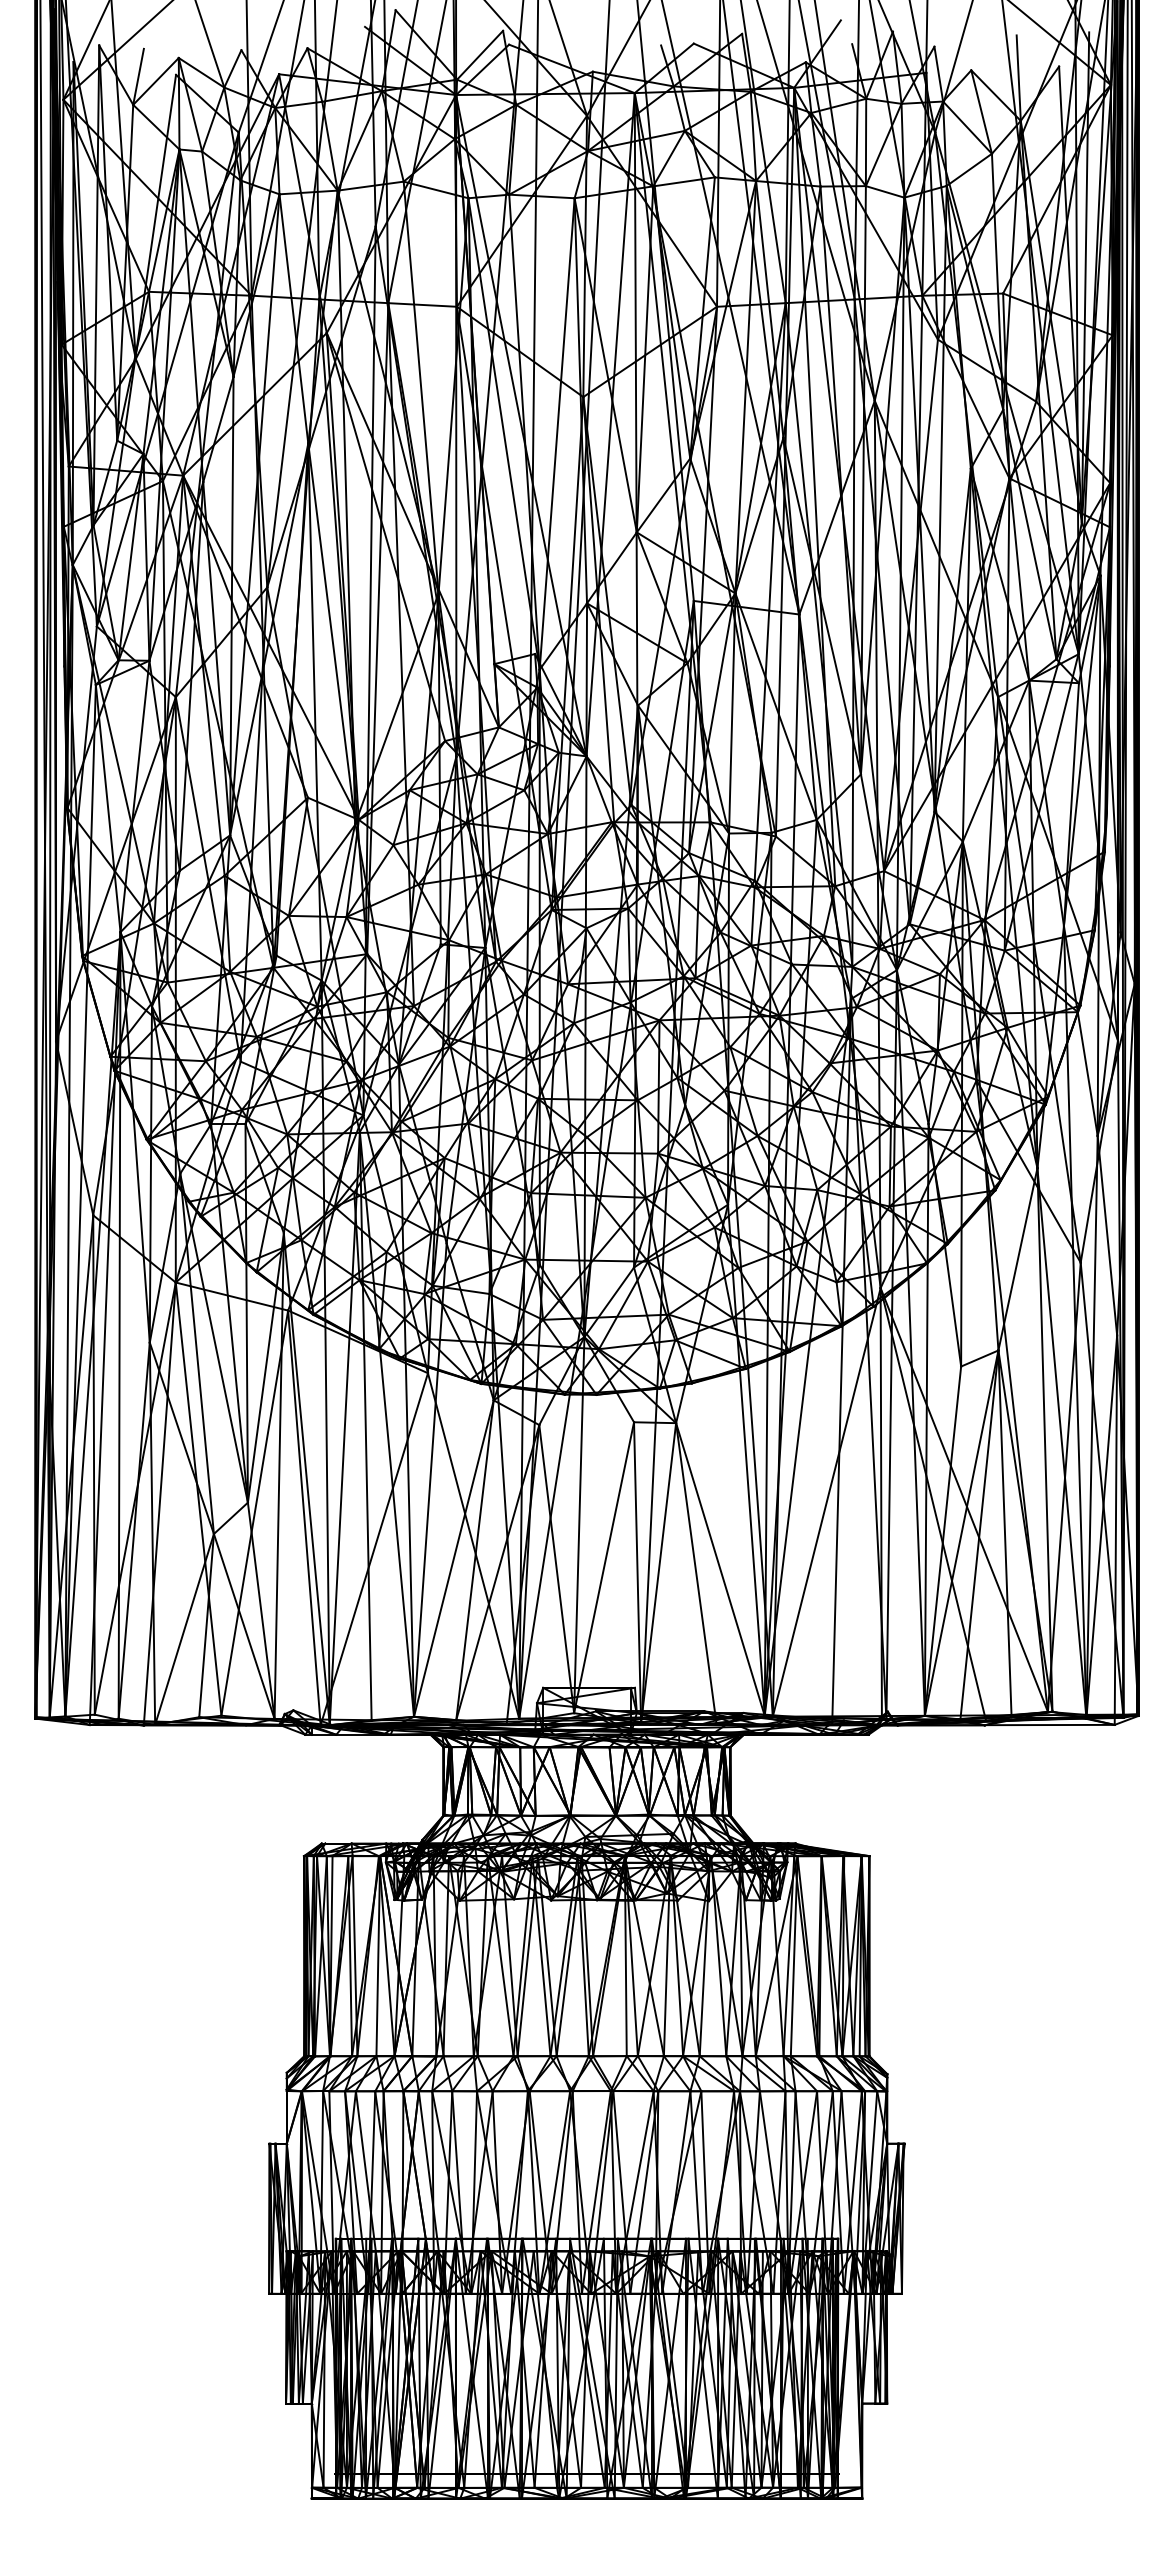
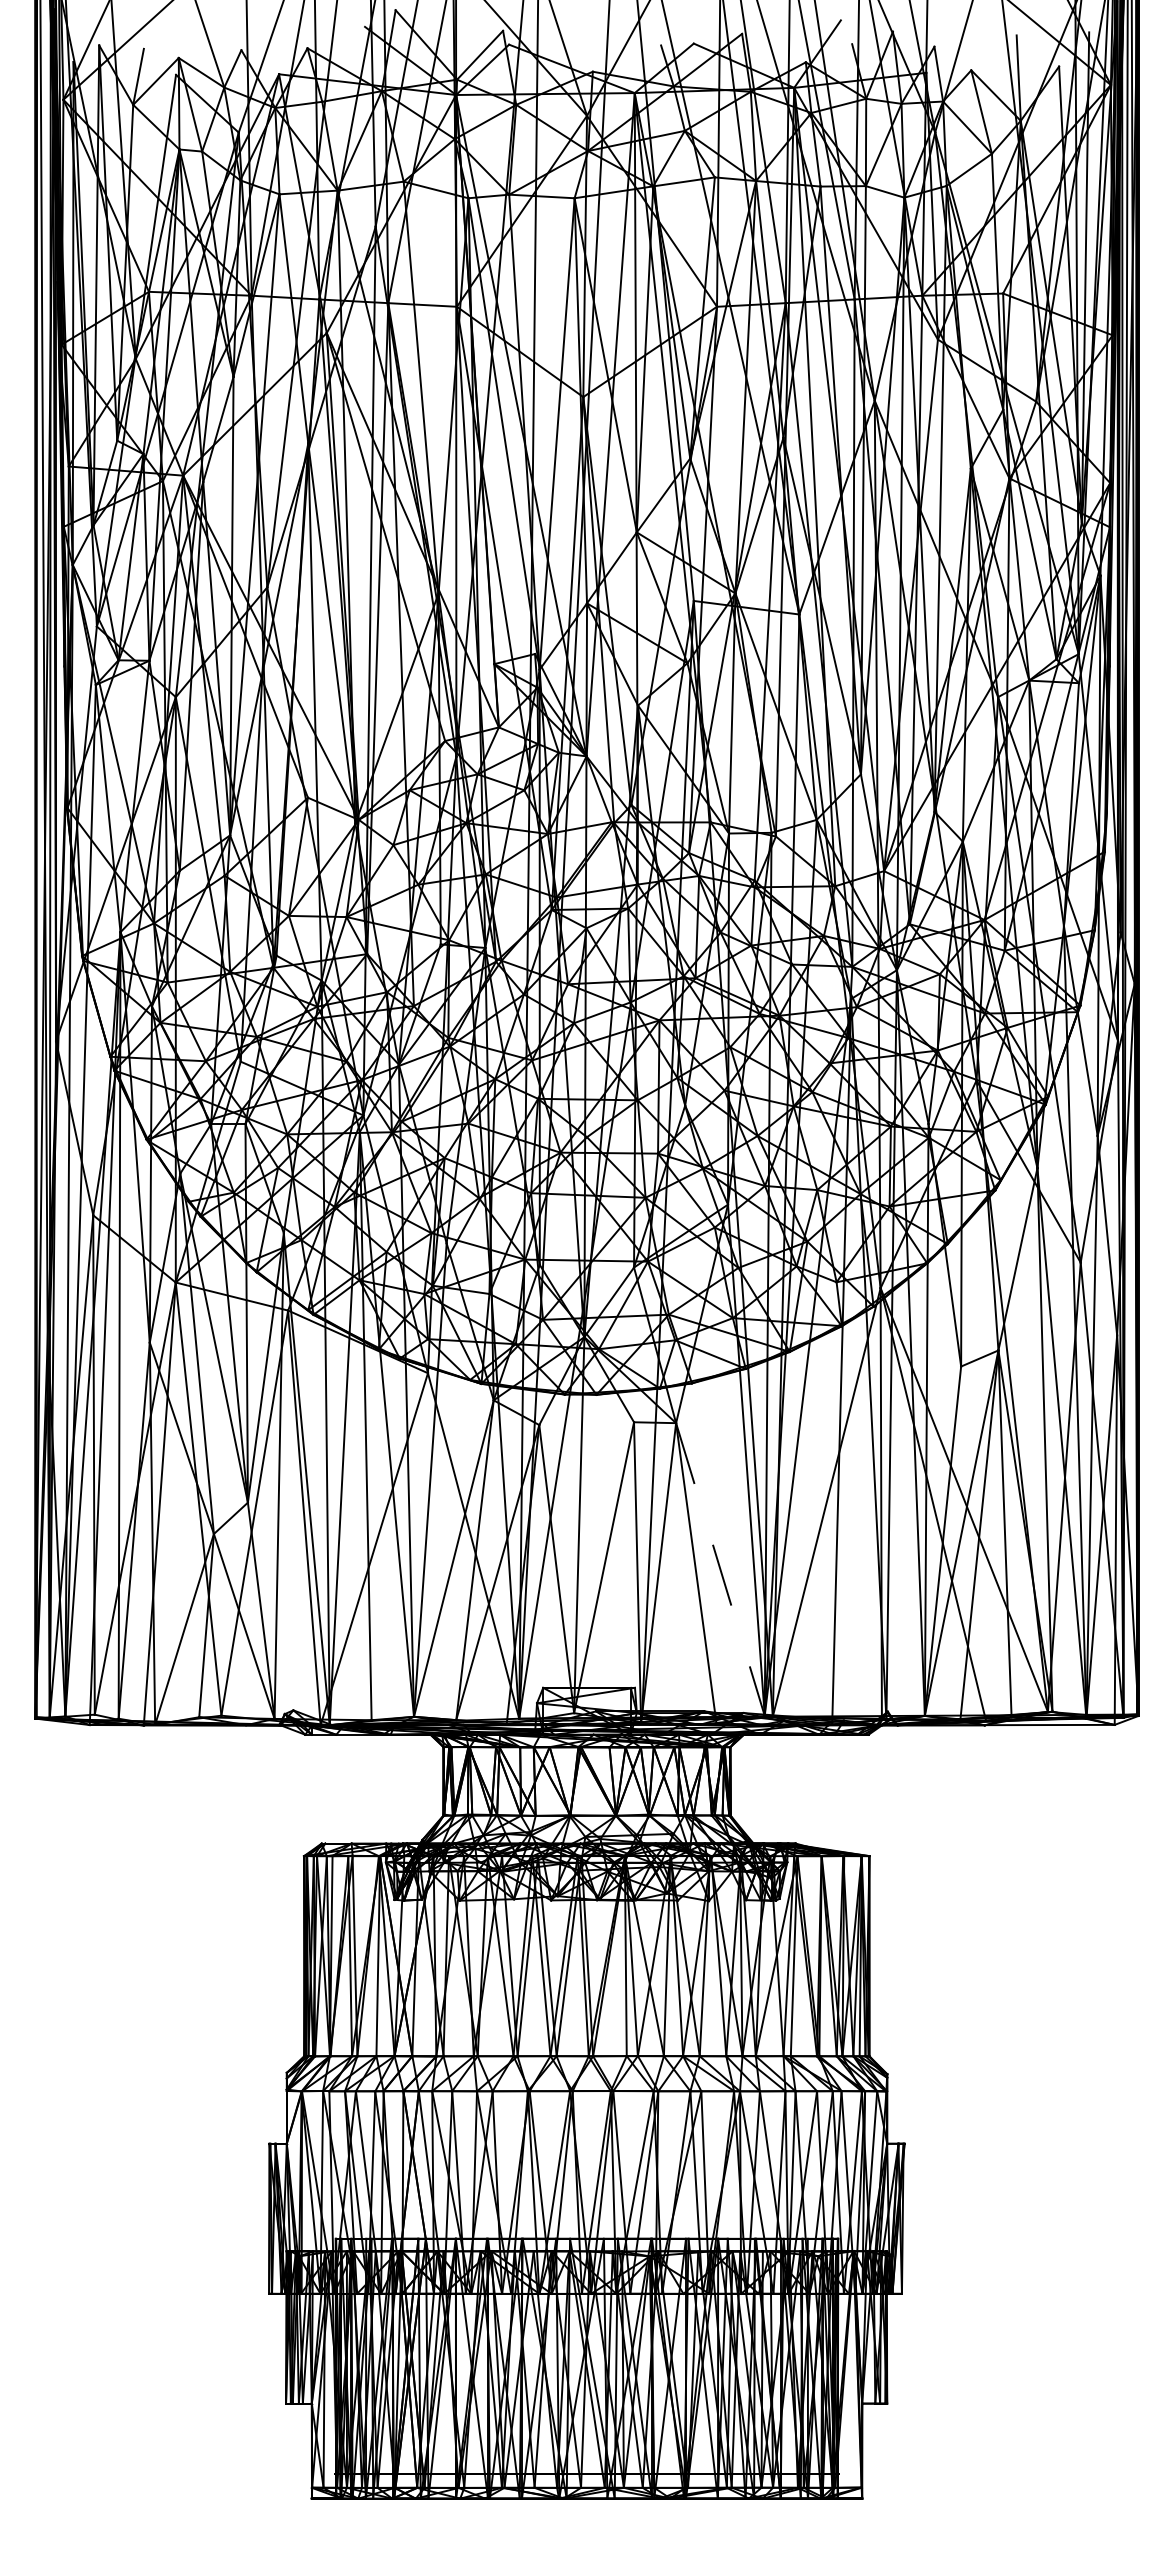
line at (720, 1569): solid -> dashed
